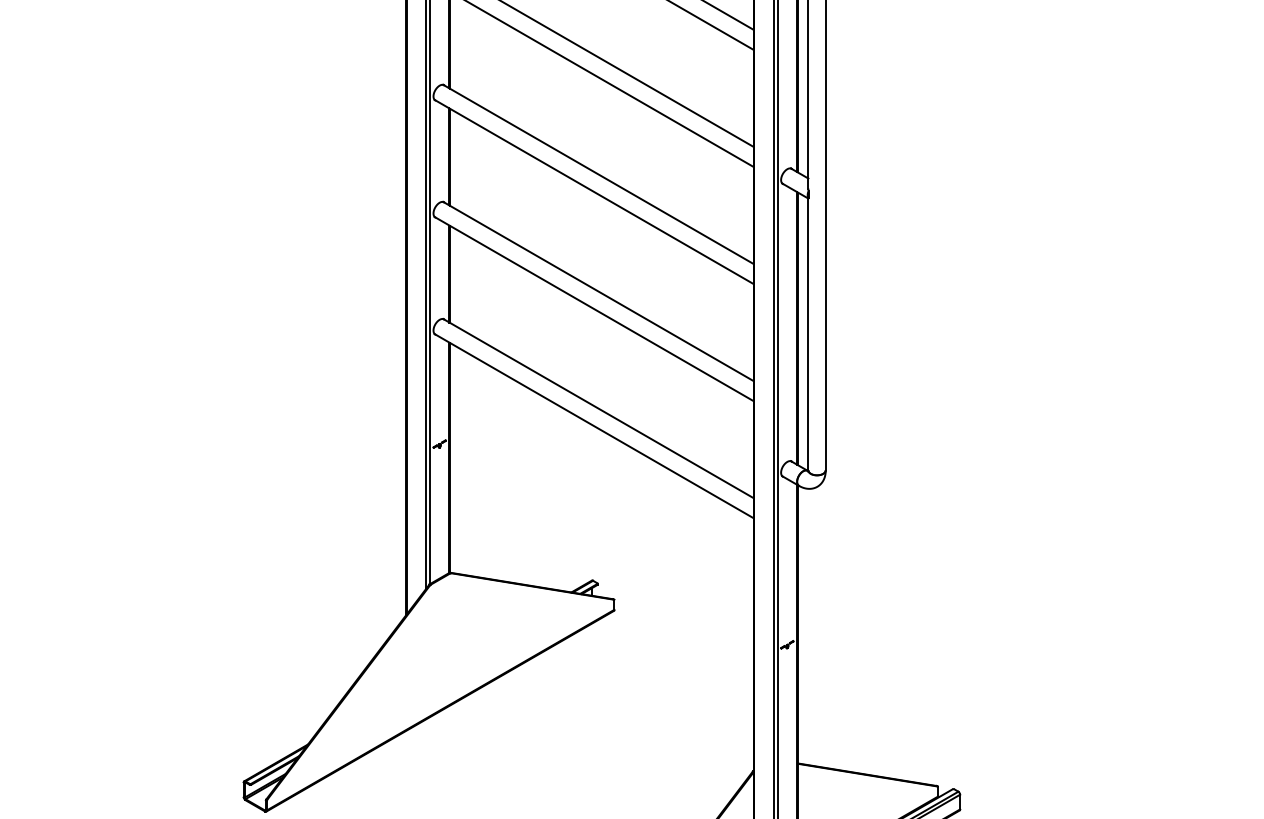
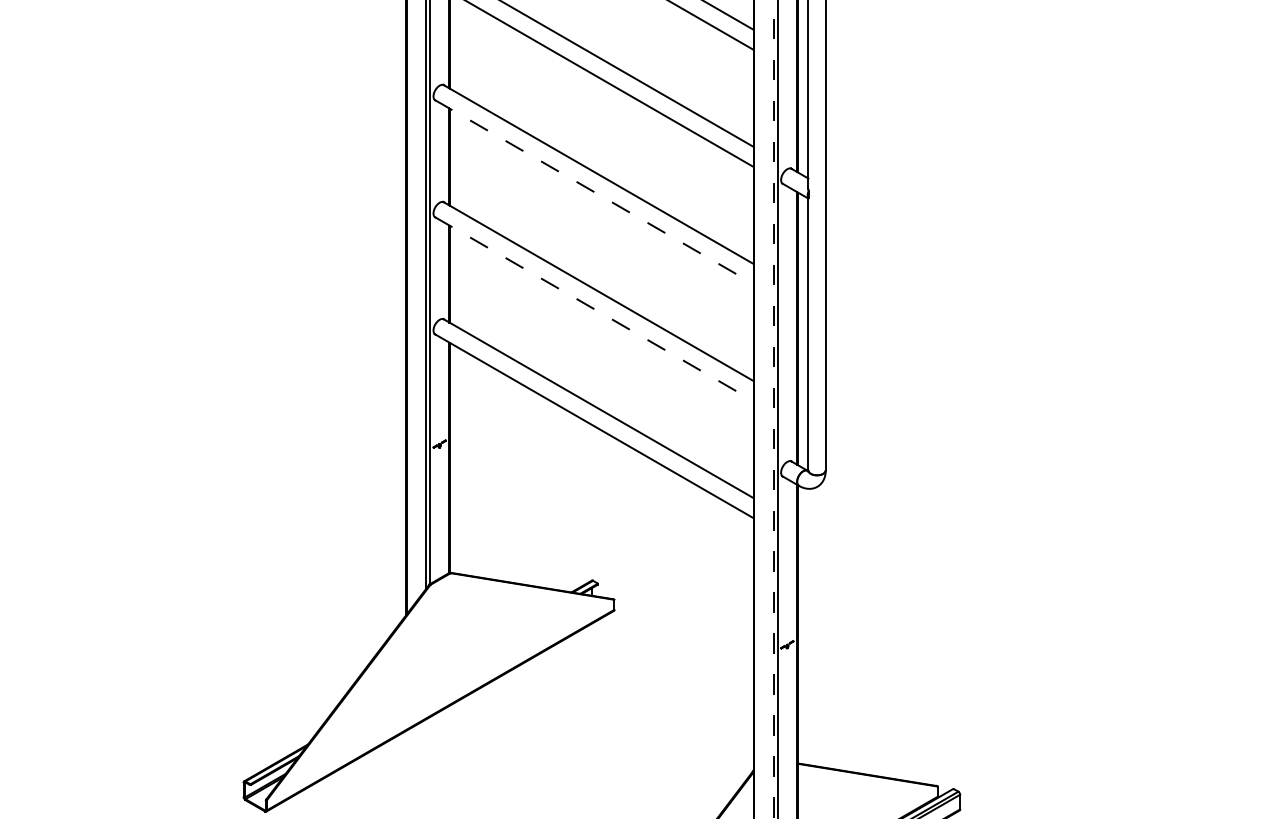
line at (594, 192): solid -> dashed
line at (594, 309): solid -> dashed
line at (773, 409): solid -> dashed
